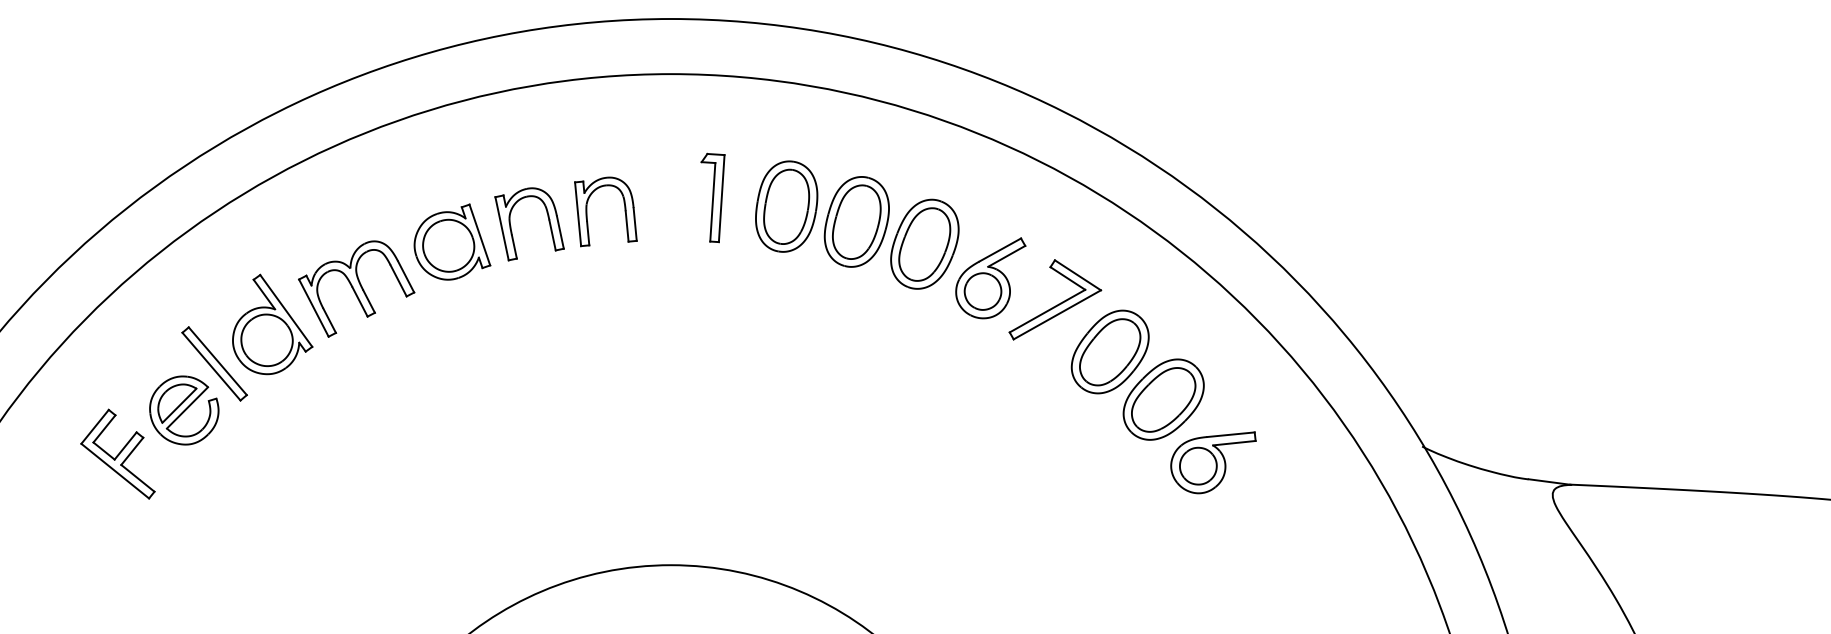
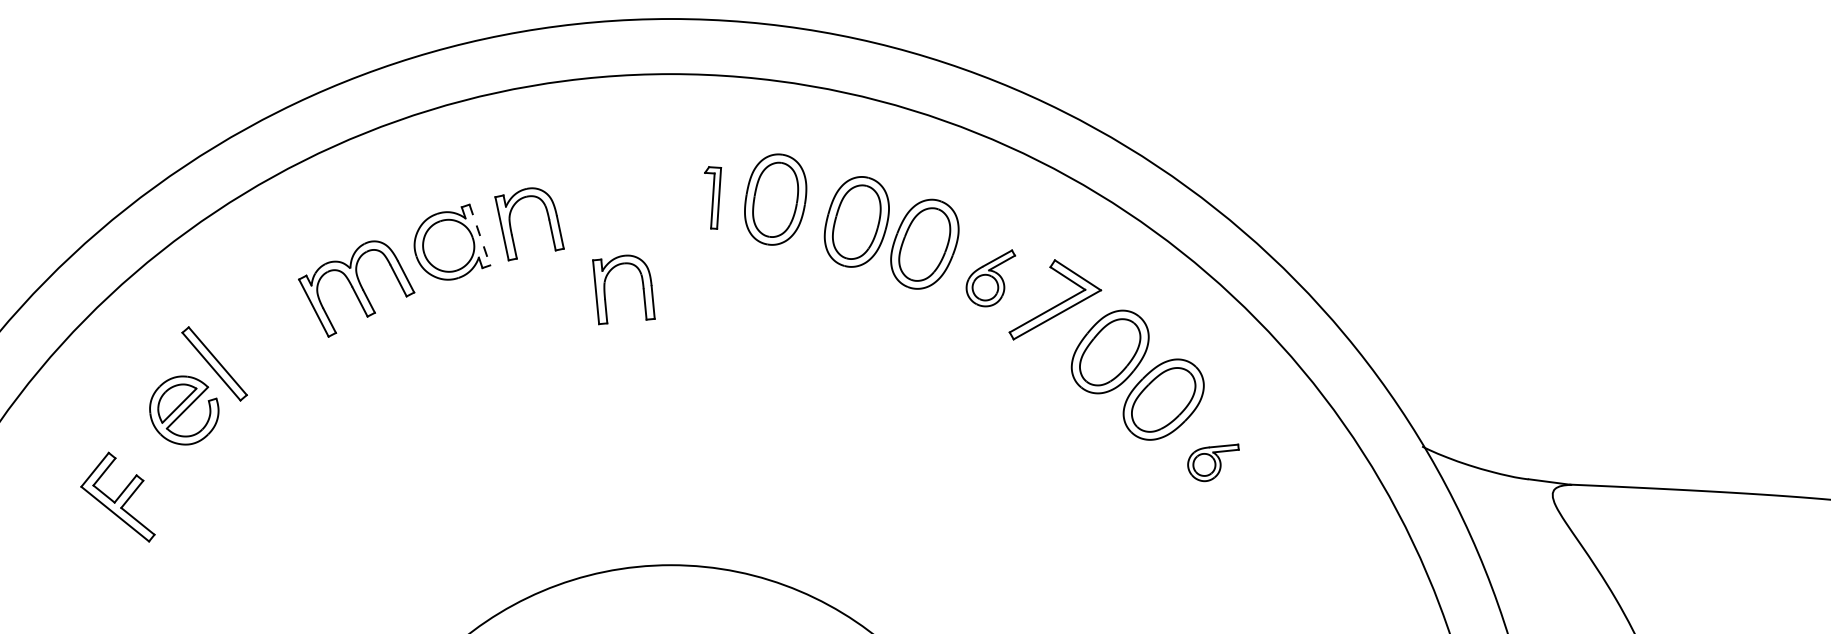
part at (712, 197) size: 26x92 px -> 19x64 px
part at (786, 206) position: (786, 206) -> (775, 199)
part at (587, 211) position: (587, 211) -> (605, 289)
line at (480, 235): solid -> dashed
part at (990, 278) size: 72x83 px -> 52x59 px
part at (272, 324): present -> none
part at (117, 453) position: (117, 453) -> (117, 496)
part at (1213, 462) size: 87x64 px -> 53x40 px
